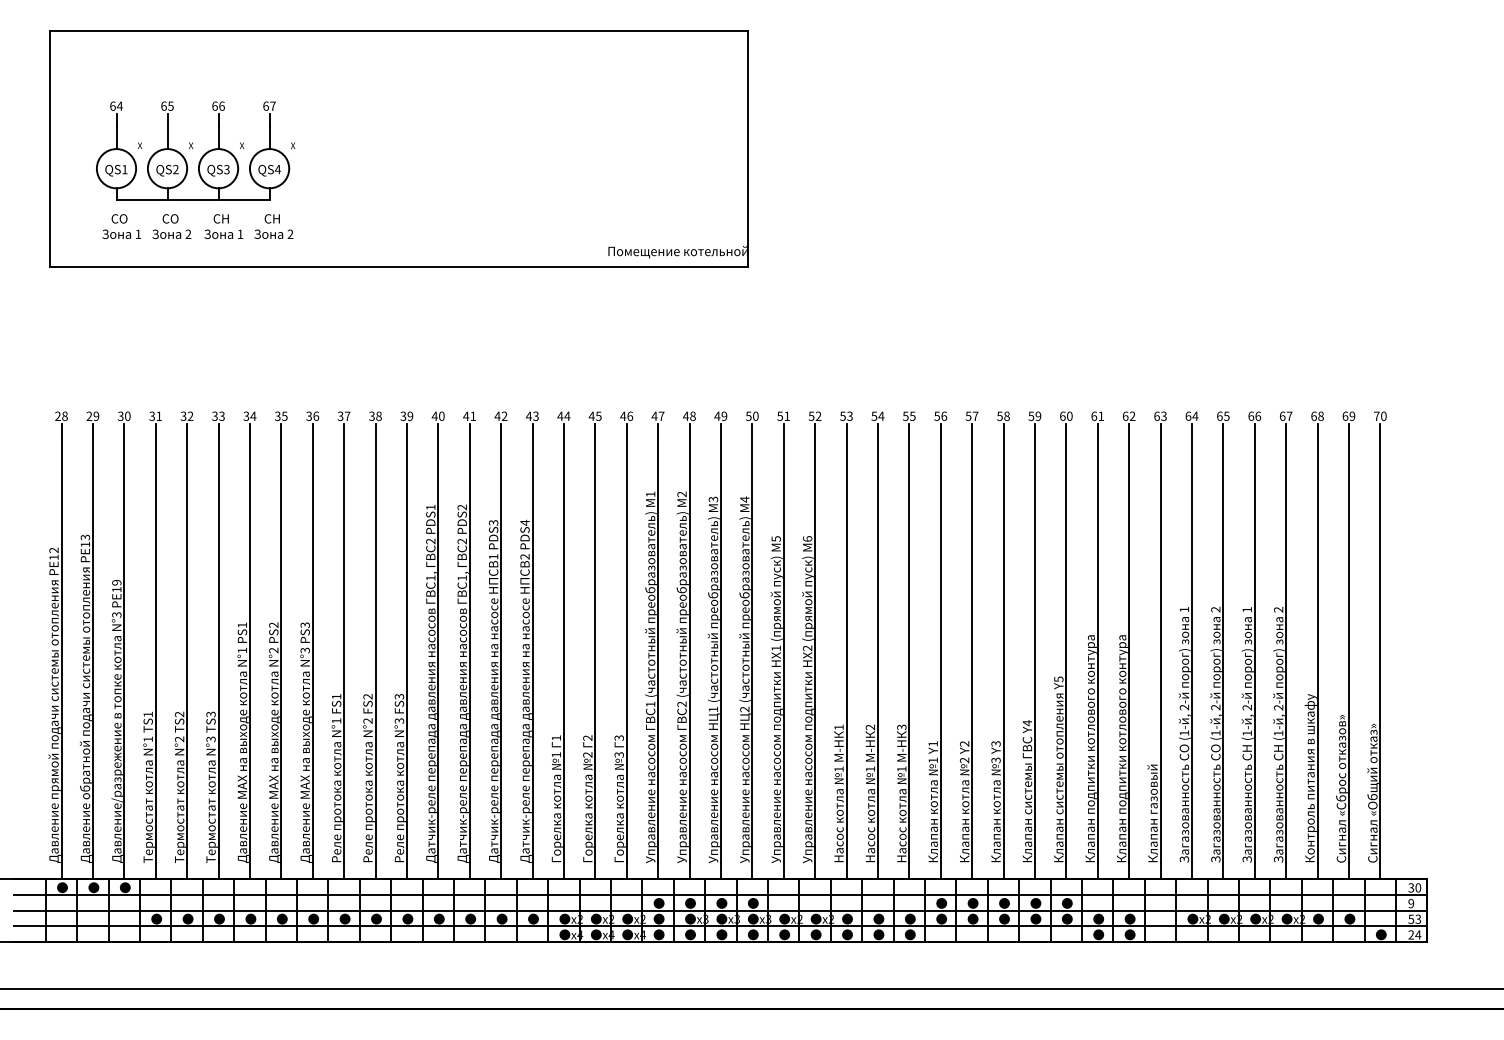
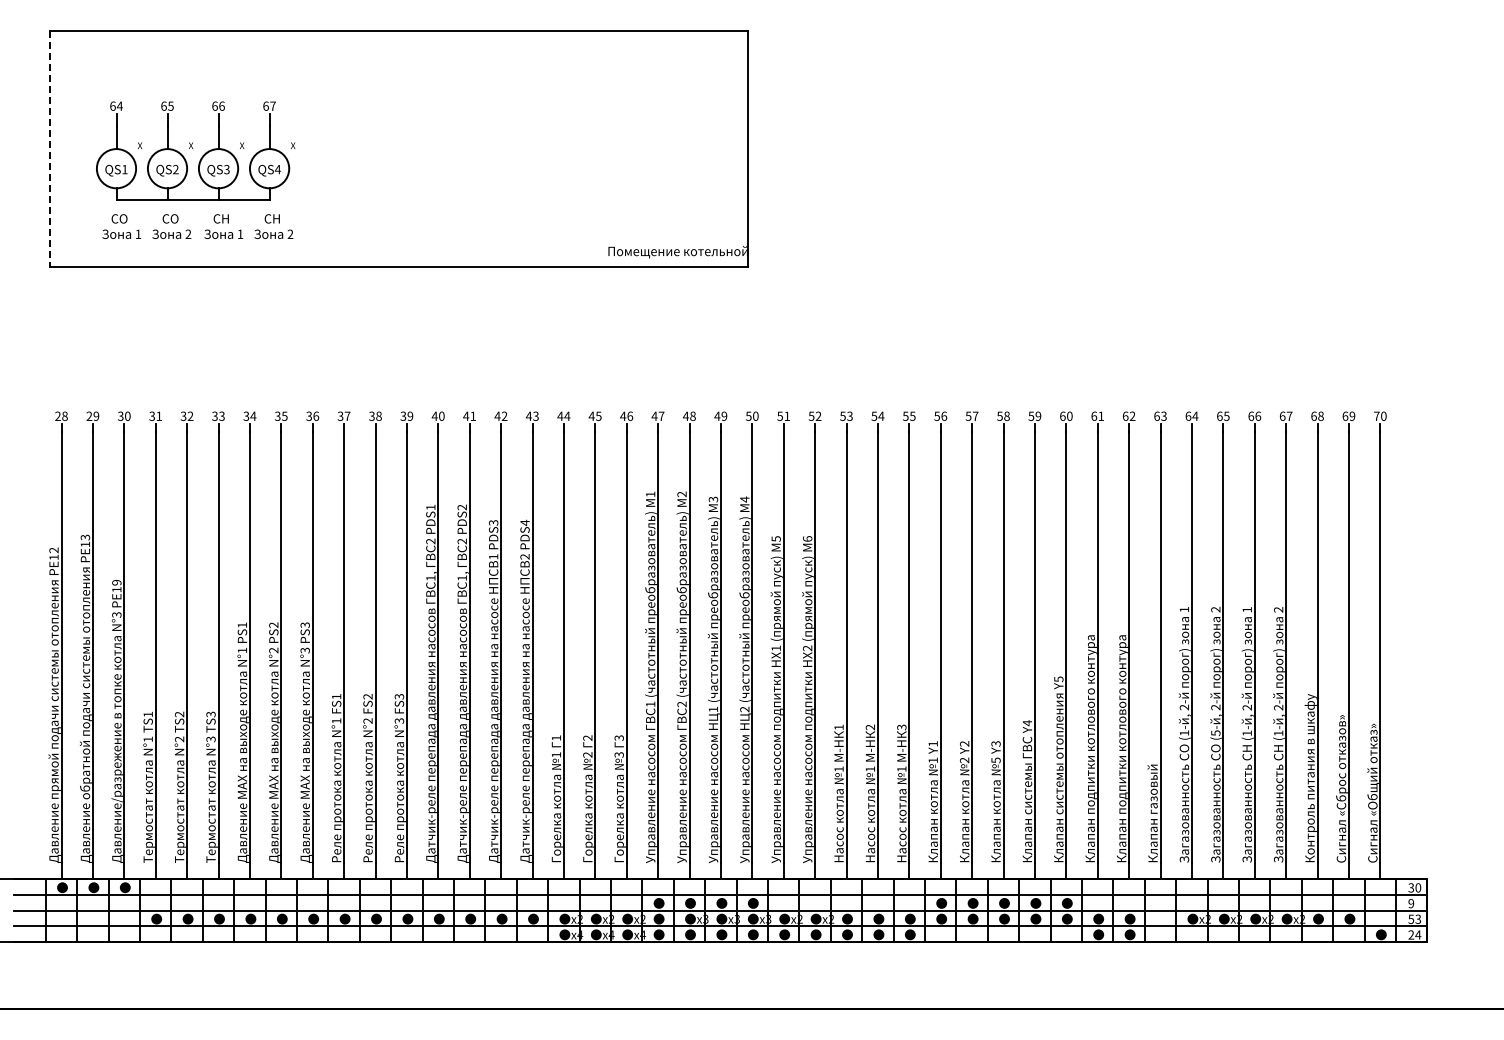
line at (49, 149): solid -> dashed
text at (1215, 733): (1- -> (5-
text at (995, 759): 3 -> 5
line at (751, 989): present -> none
